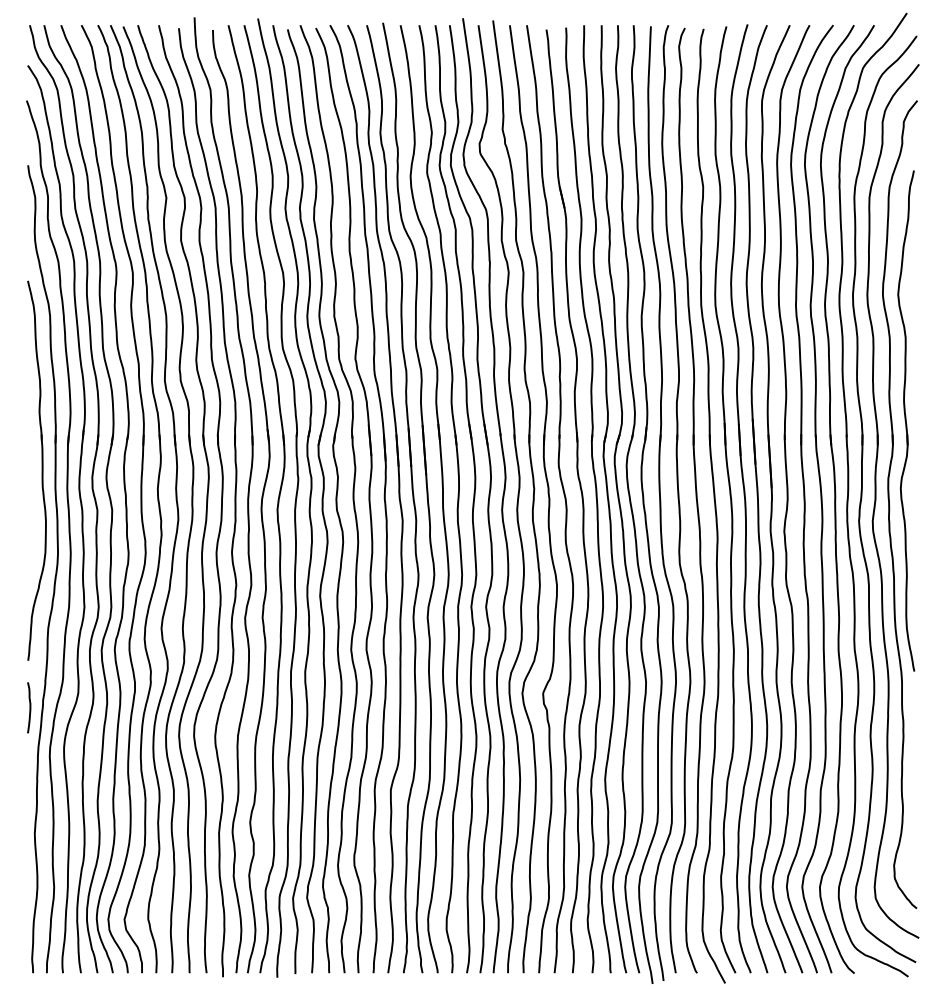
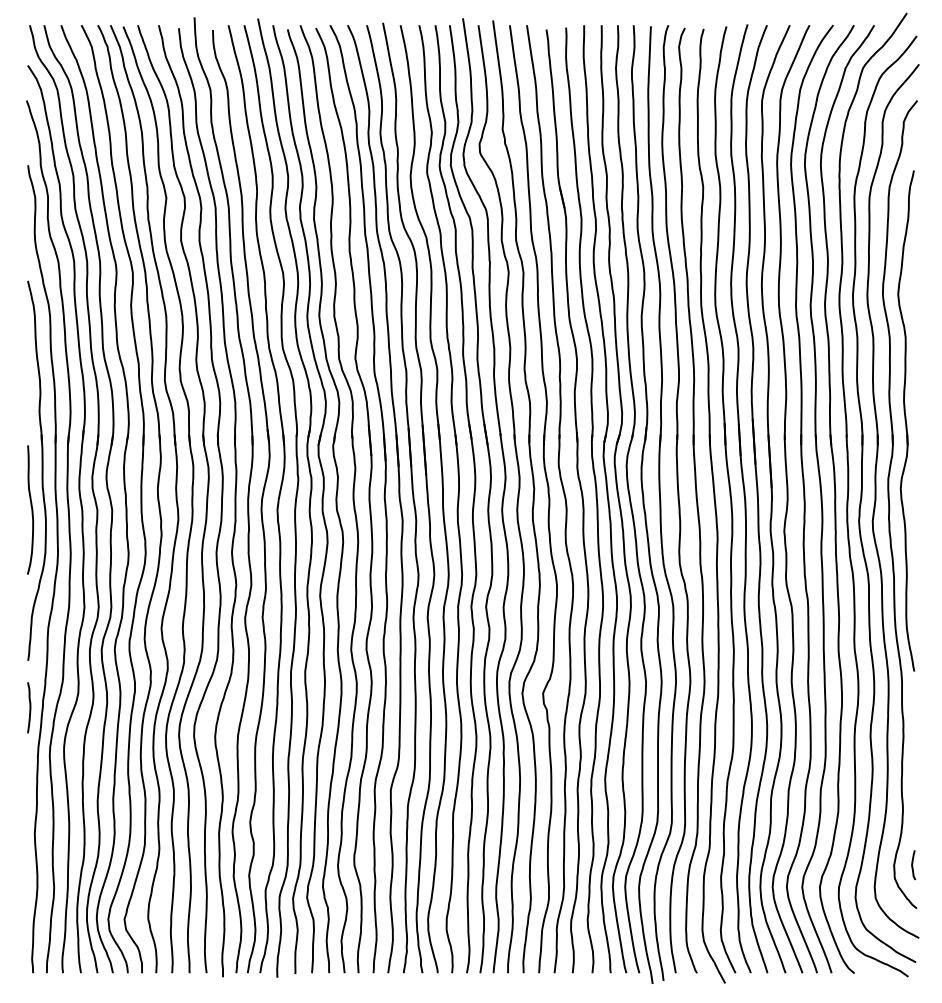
curve at (31, 509): none -> present
curve at (913, 864): none -> present
